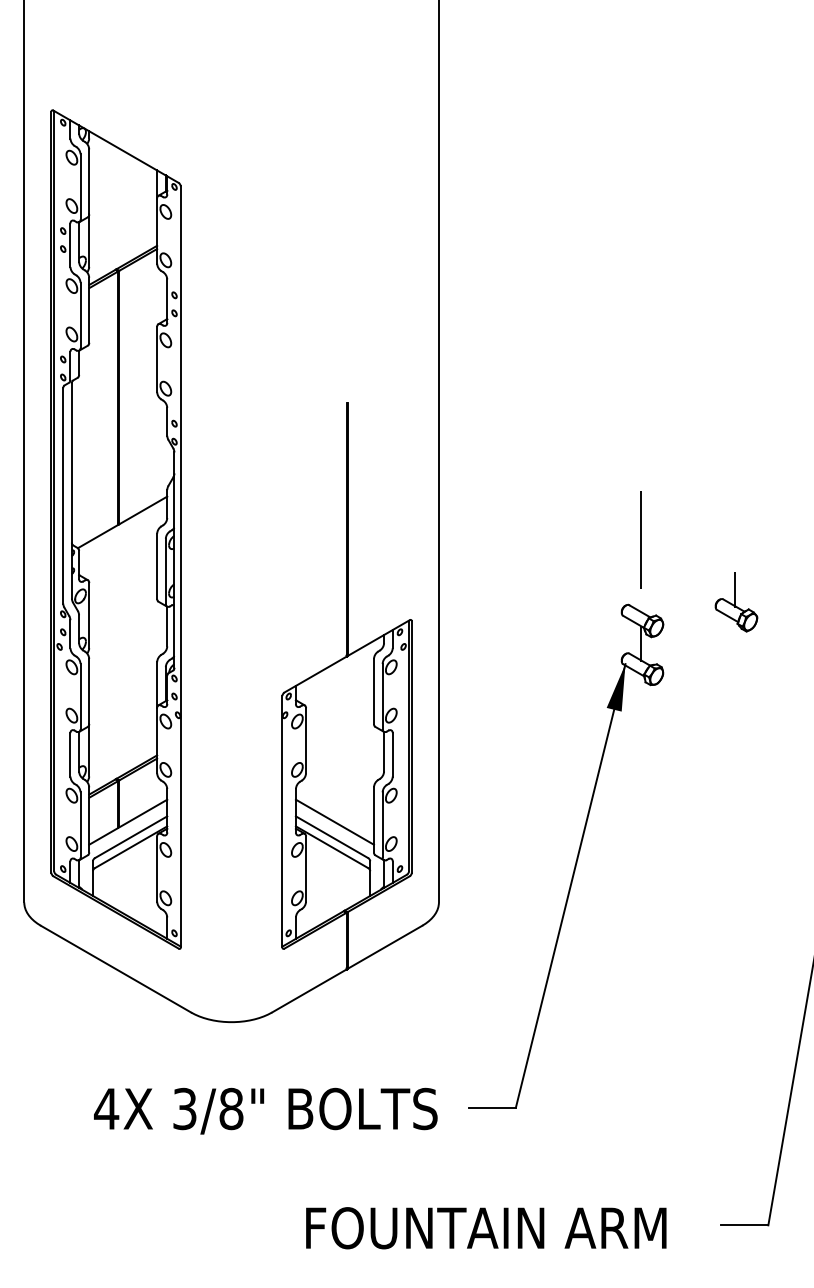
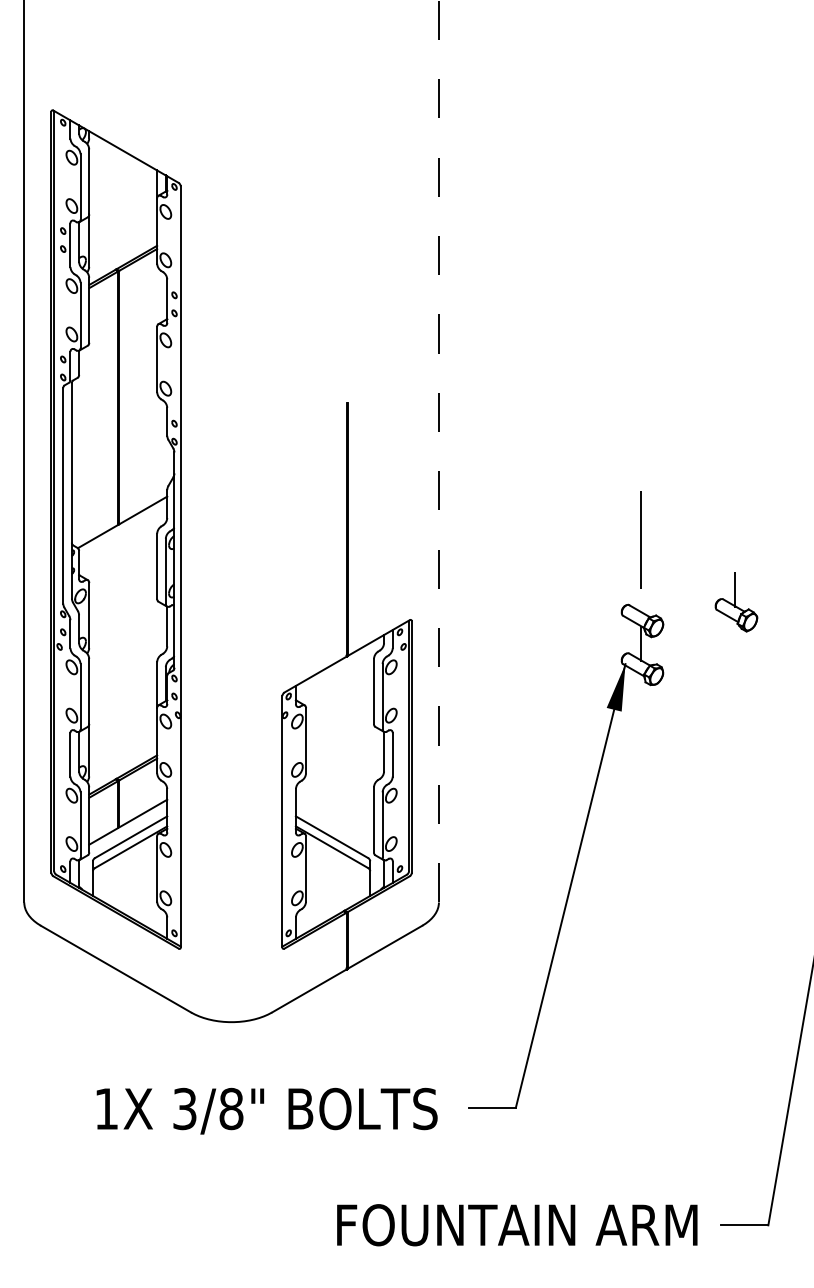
line at (438, 450): solid -> dashed
line at (334, 821): present -> none
text at (106, 1108): 4X -> 1X
text at (486, 1228) position: (486, 1228) -> (517, 1225)
